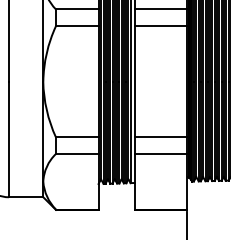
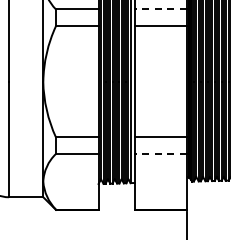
line at (160, 9): solid -> dashed
line at (160, 153): solid -> dashed
